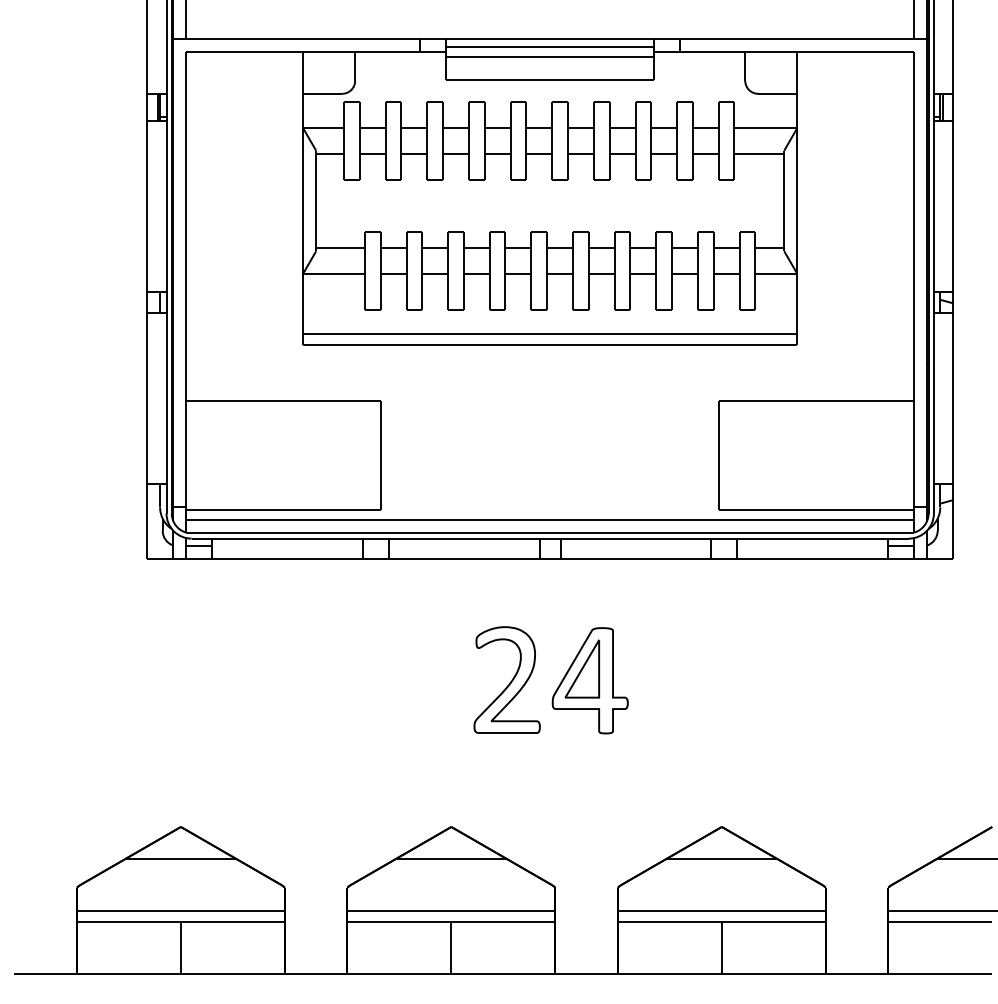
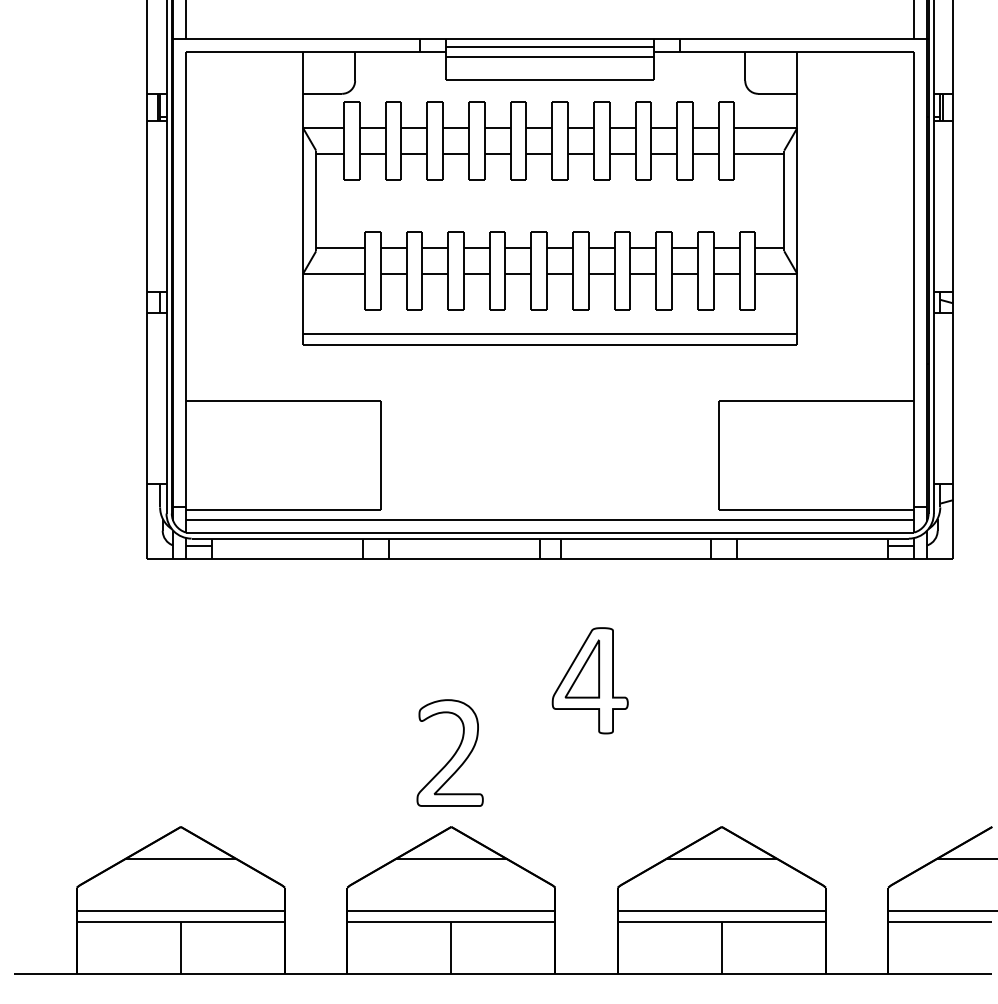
part at (506, 679) position: (506, 679) -> (449, 752)
